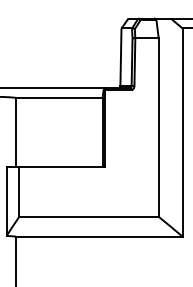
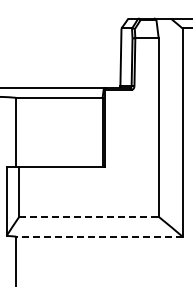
line at (89, 216): solid -> dashed
line at (98, 236): solid -> dashed
